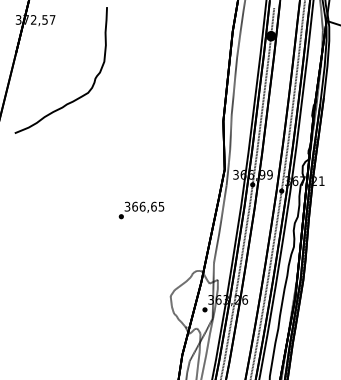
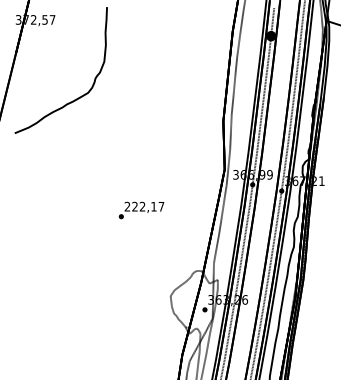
text at (144, 206): 366,65 -> 222,17
